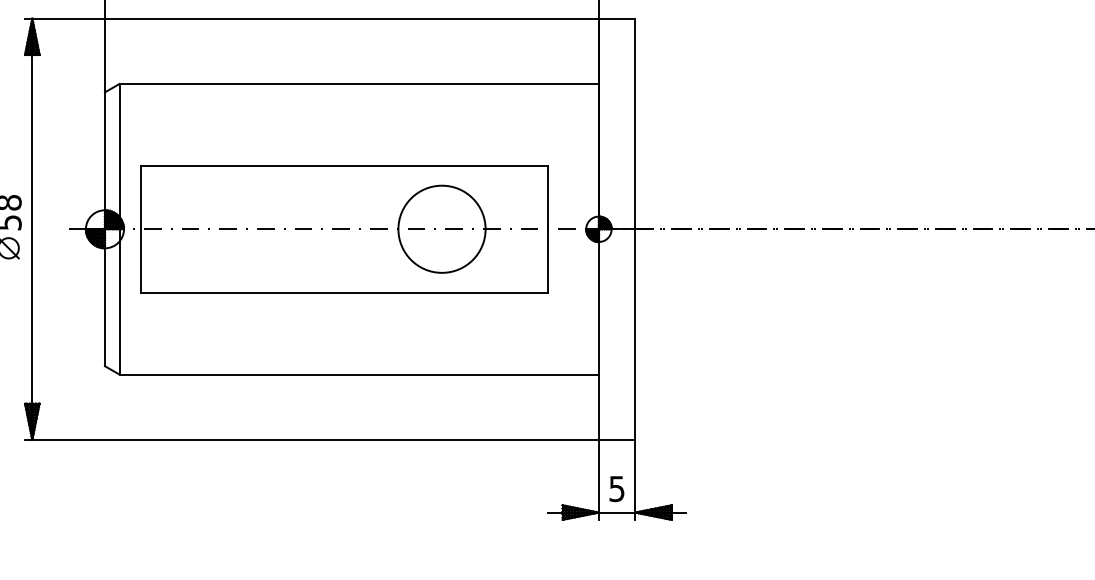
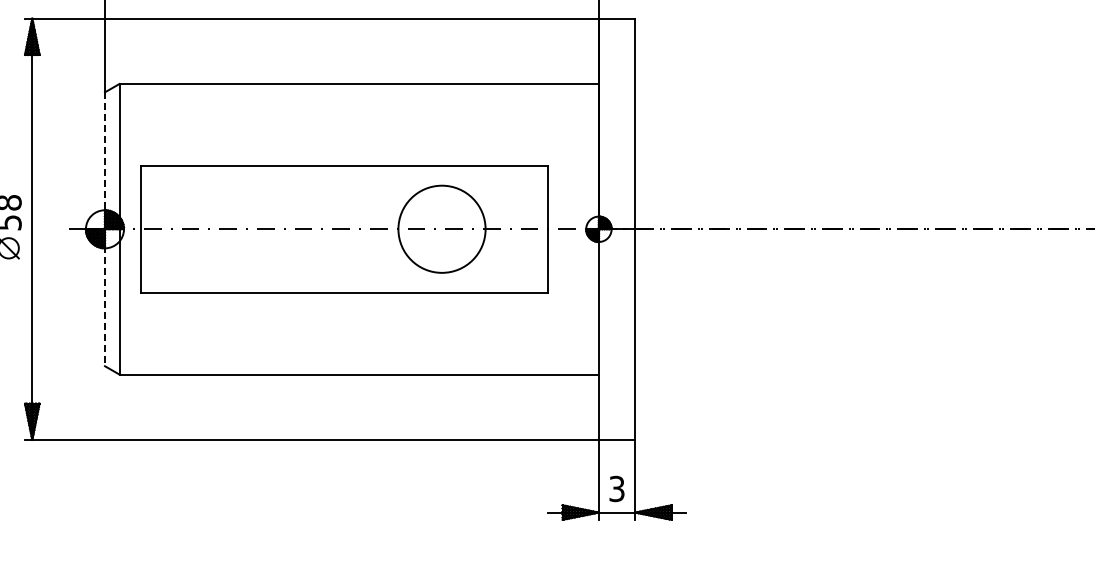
line at (104, 229): solid -> dashed
text at (617, 488): 5 -> 3
